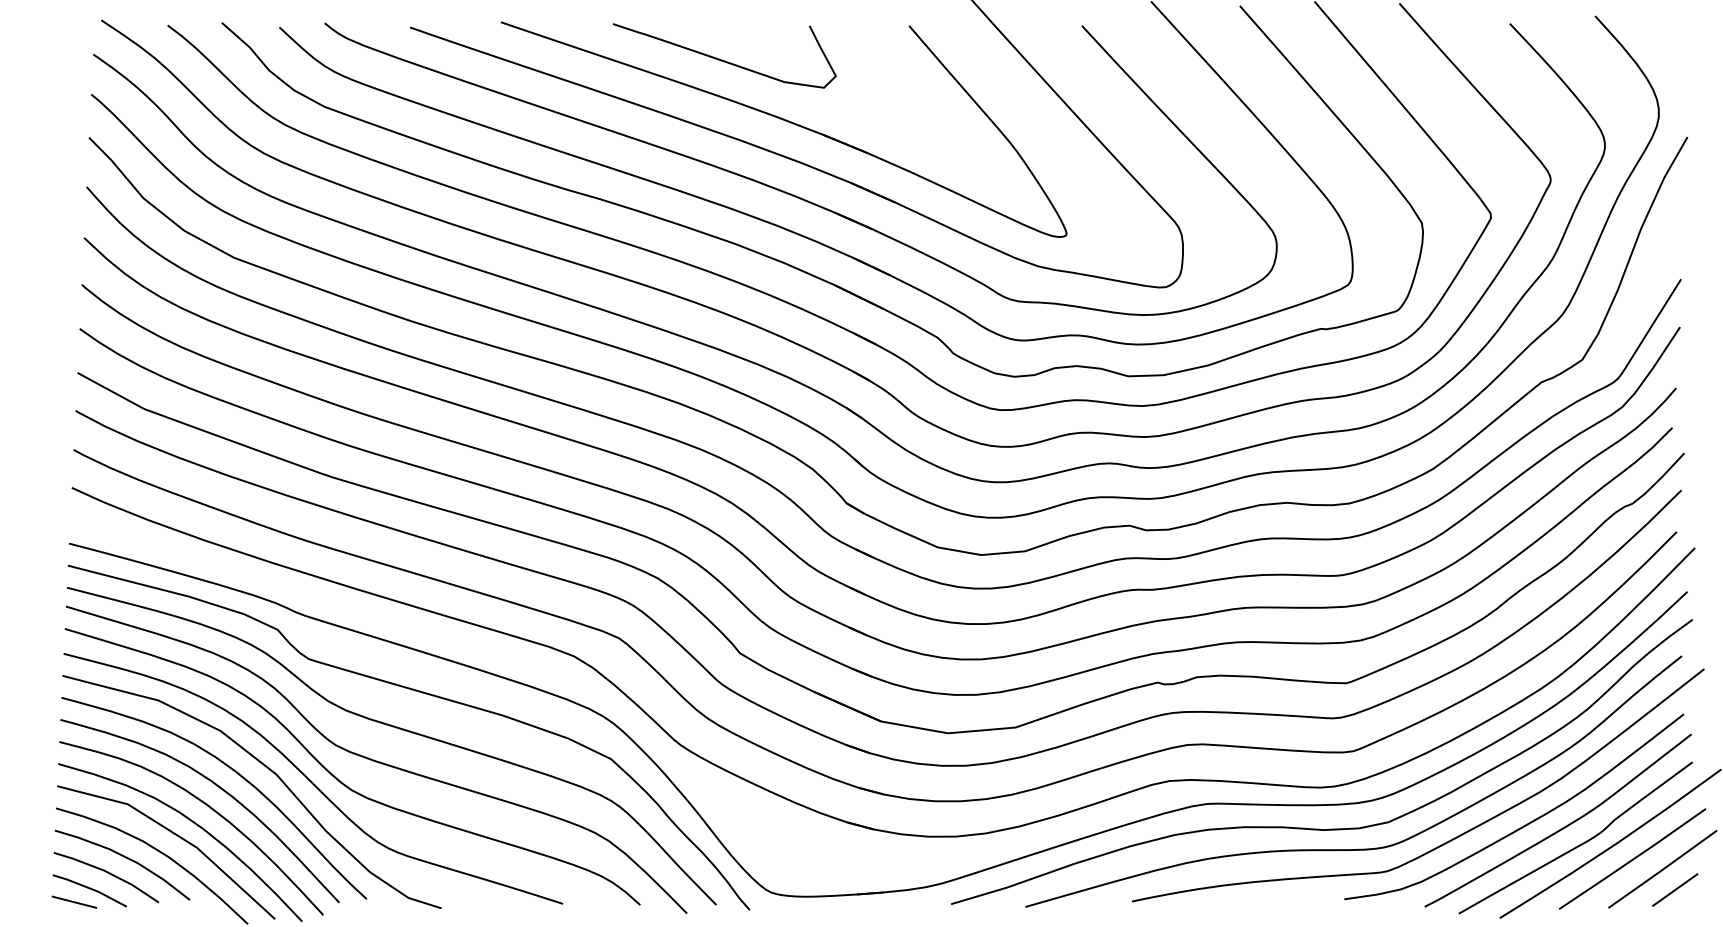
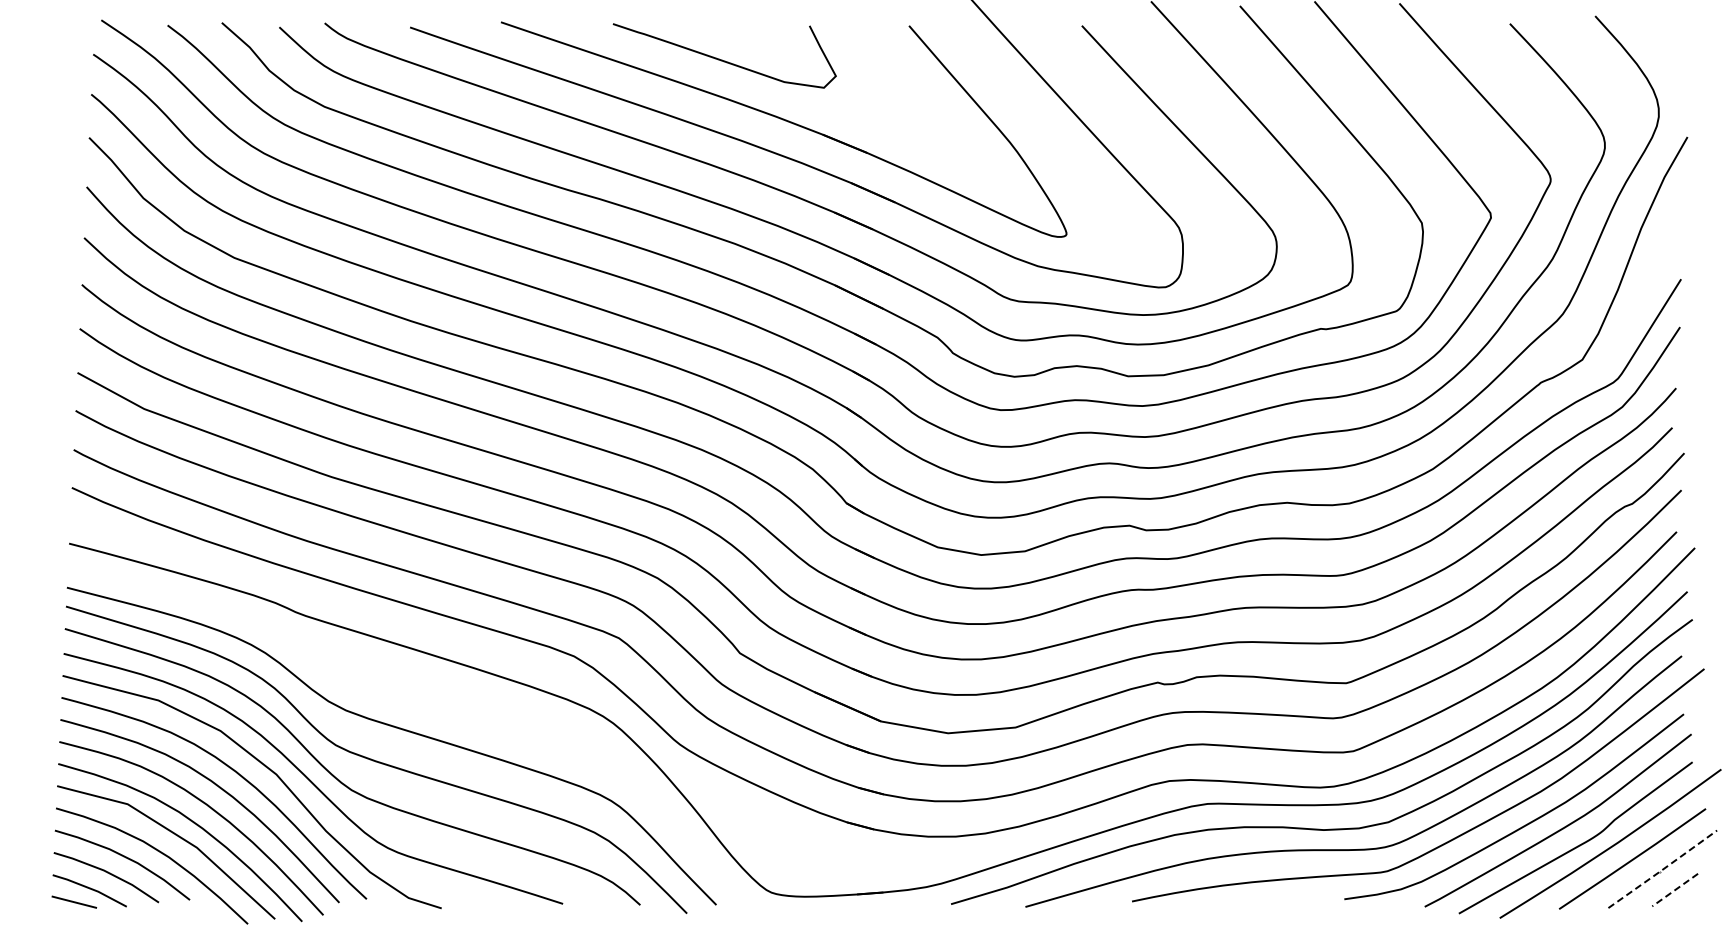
curve at (422, 693): present -> none
line at (1662, 870): solid -> dashed
line at (1674, 890): solid -> dashed
